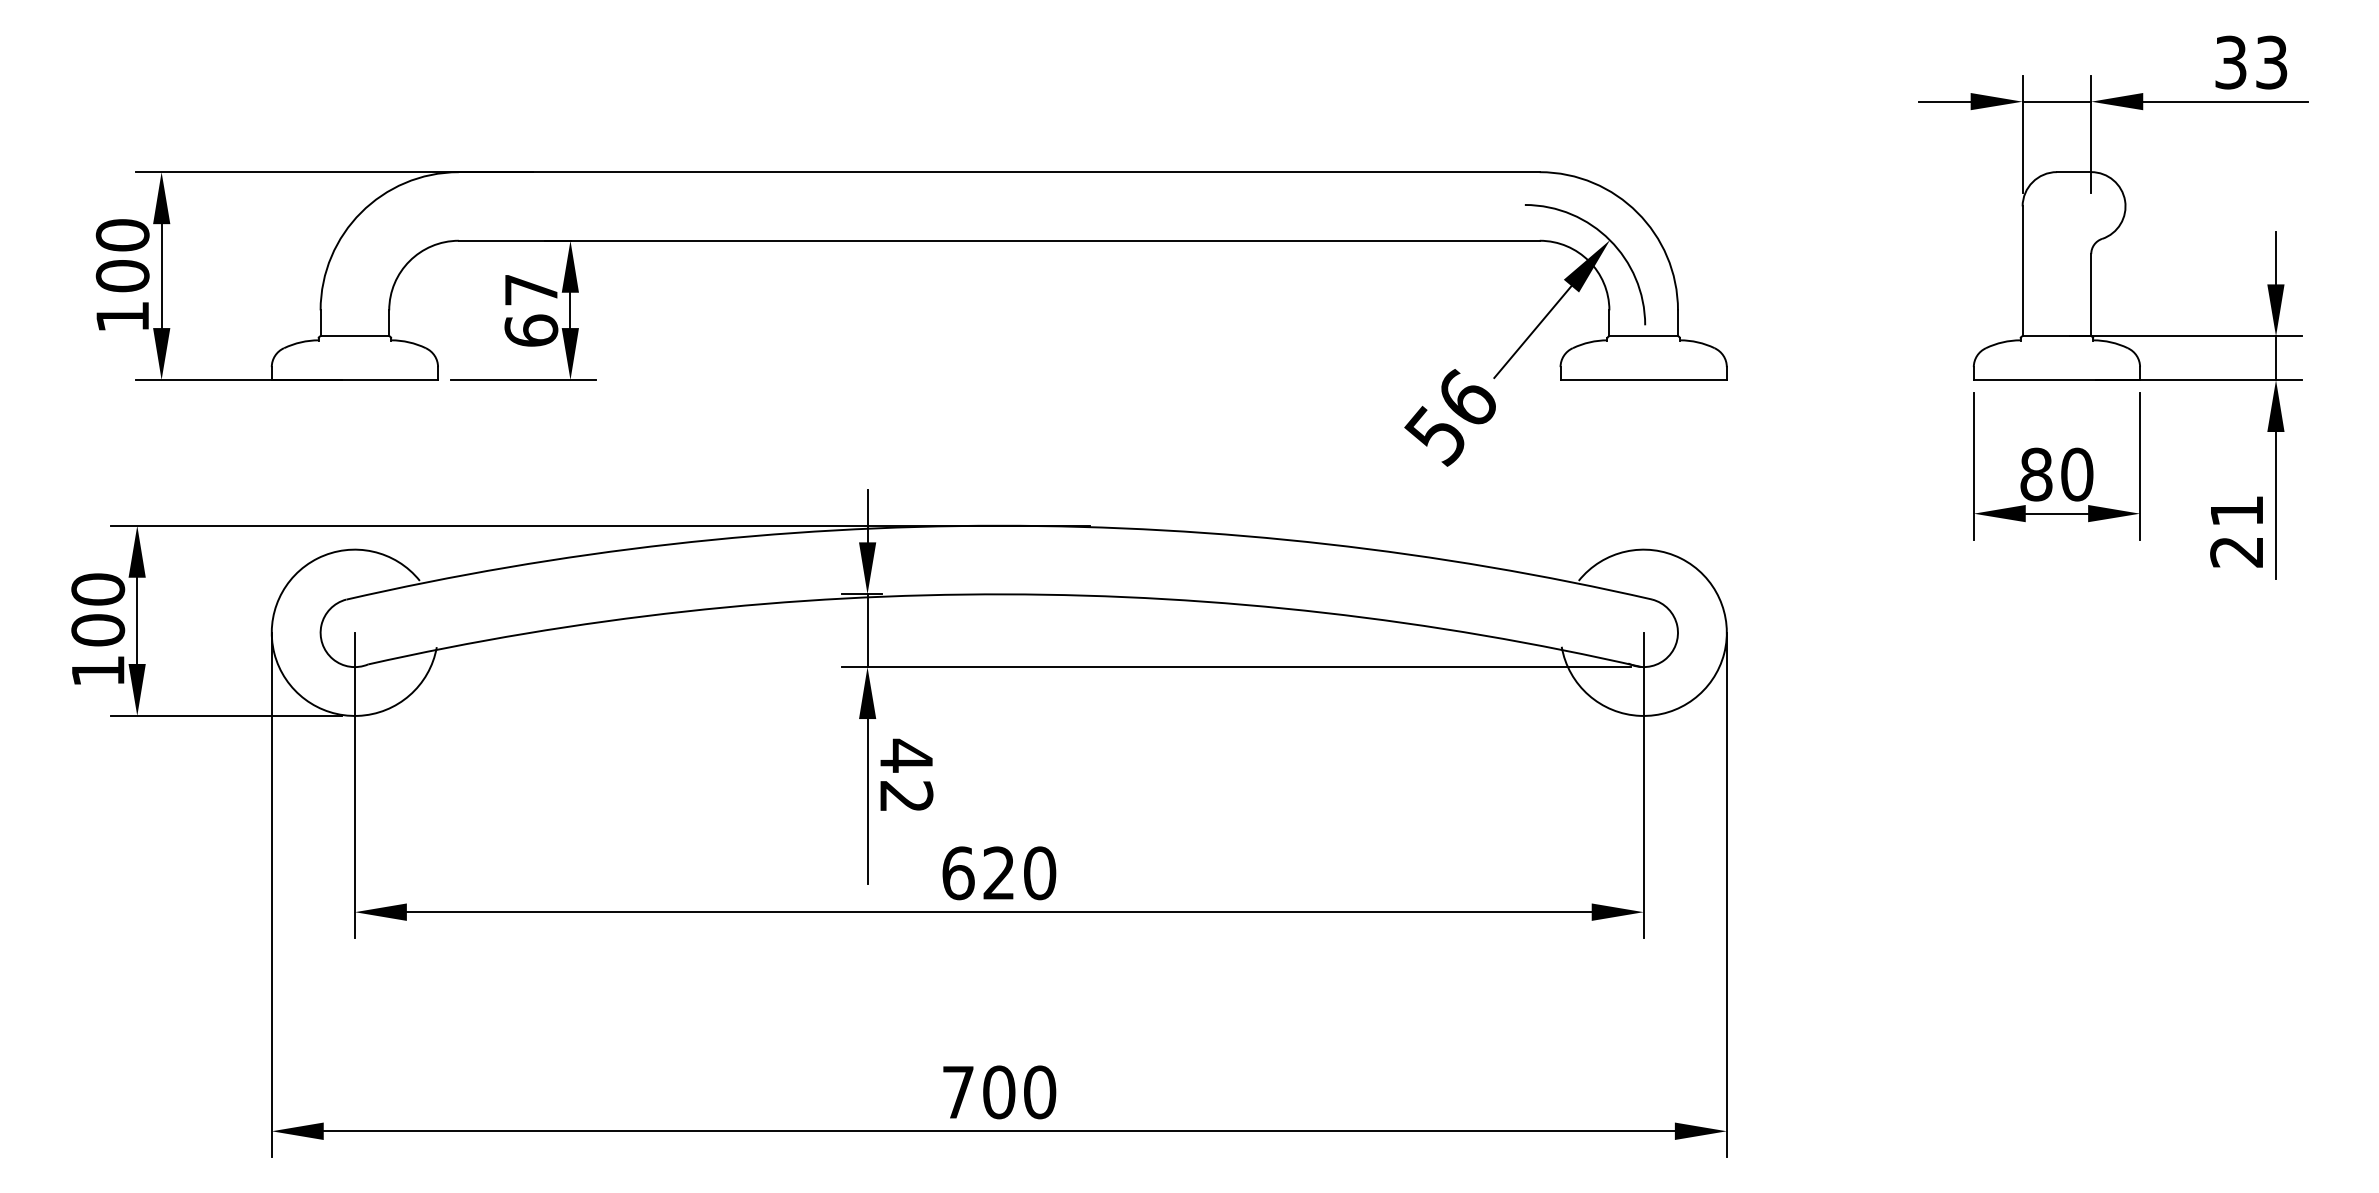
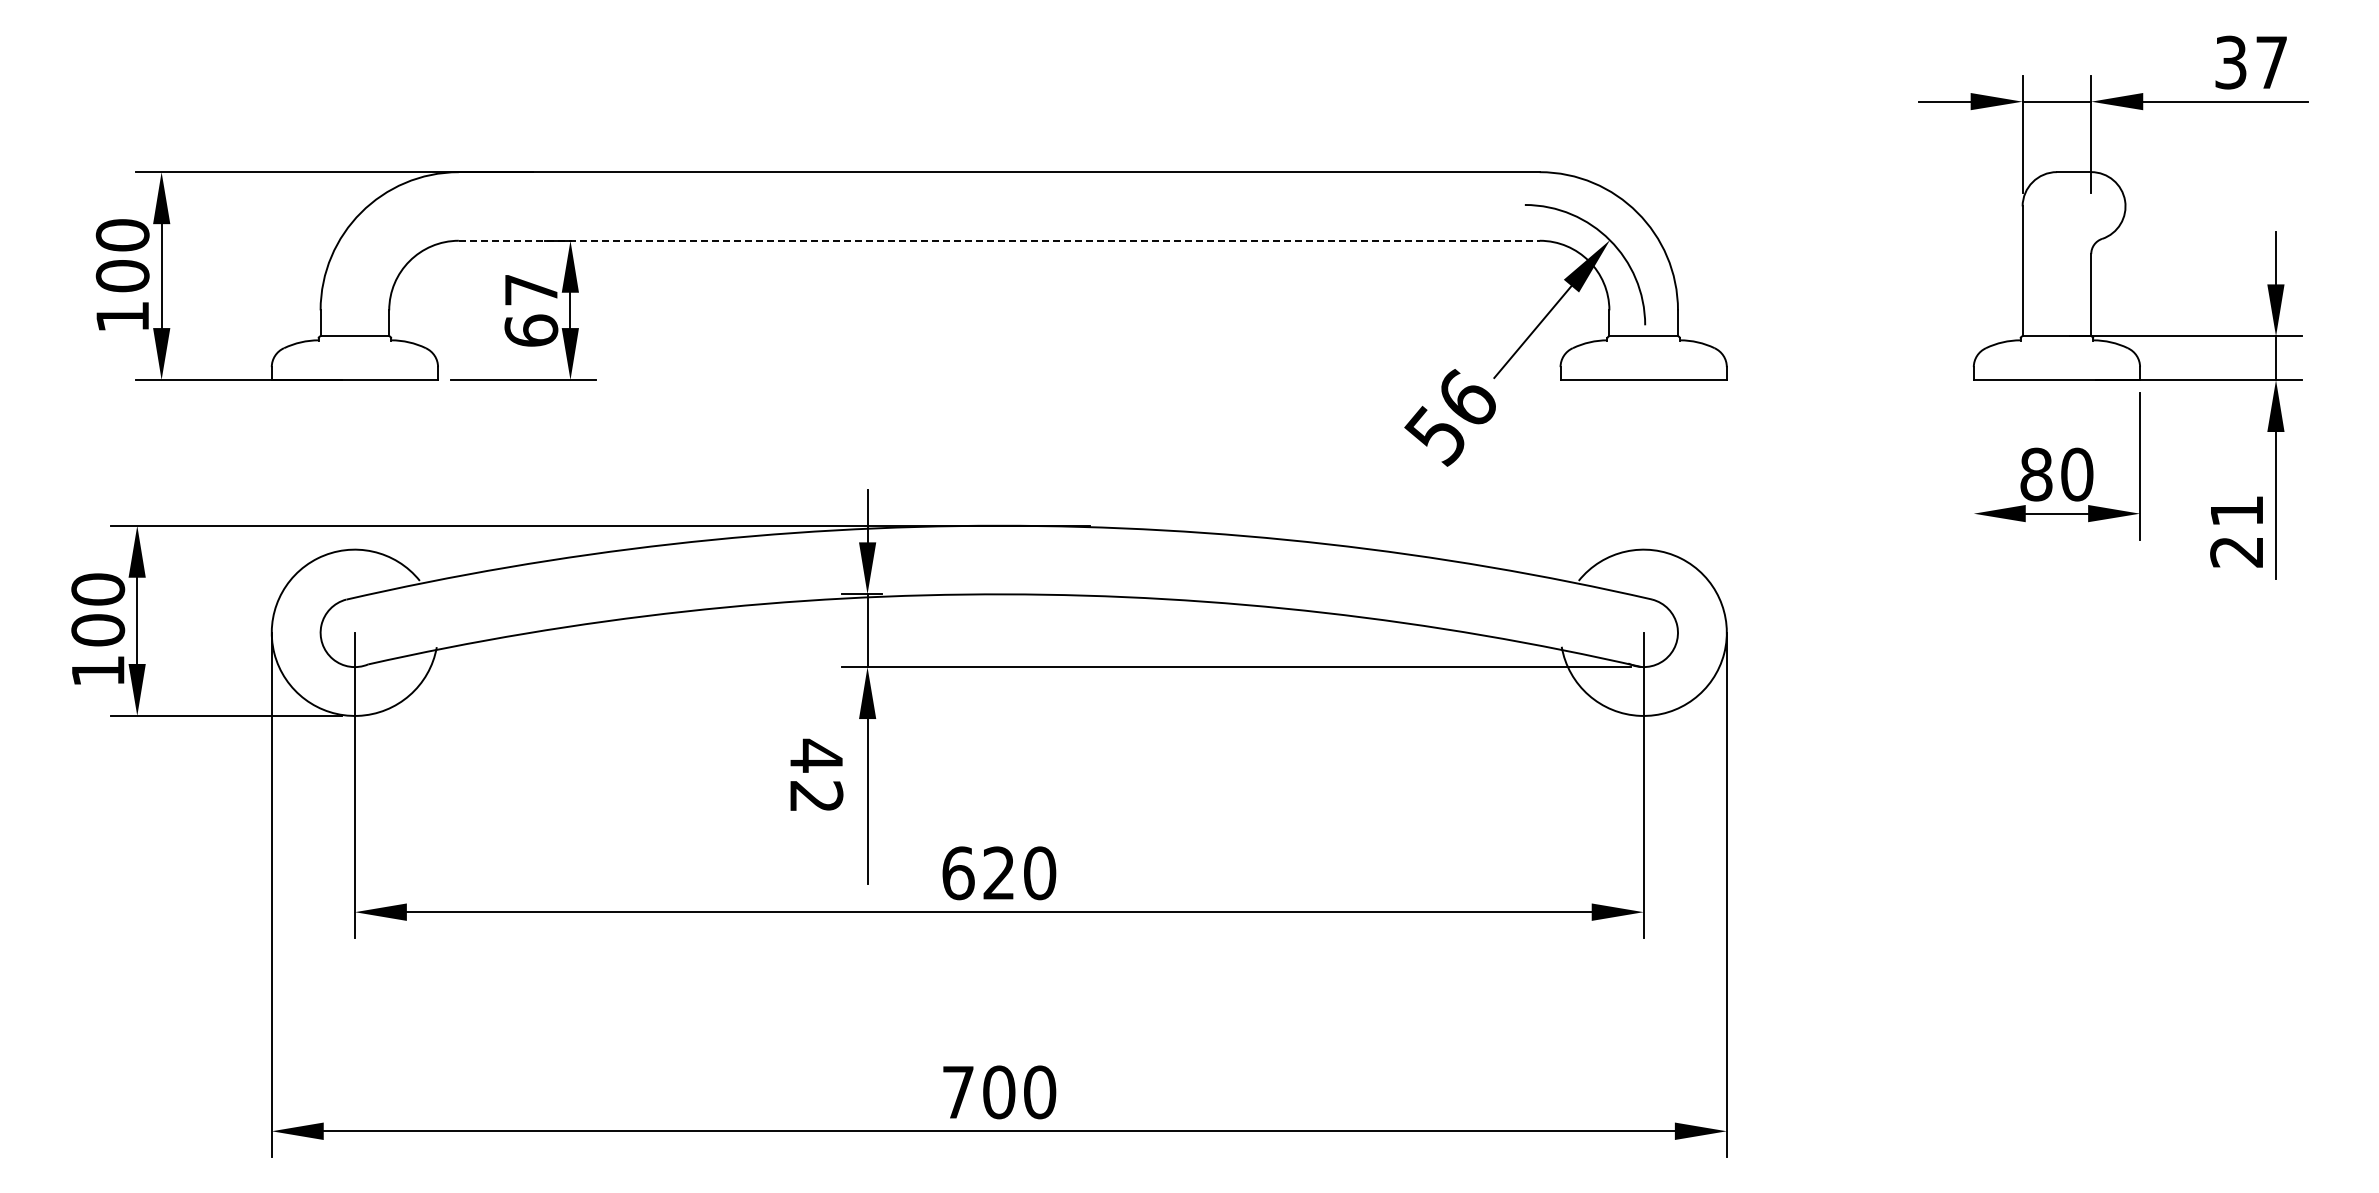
text at (2271, 62): 33 -> 37
line at (999, 240): solid -> dashed
line at (1973, 465): present -> none
text at (906, 774) position: (906, 774) -> (816, 774)
